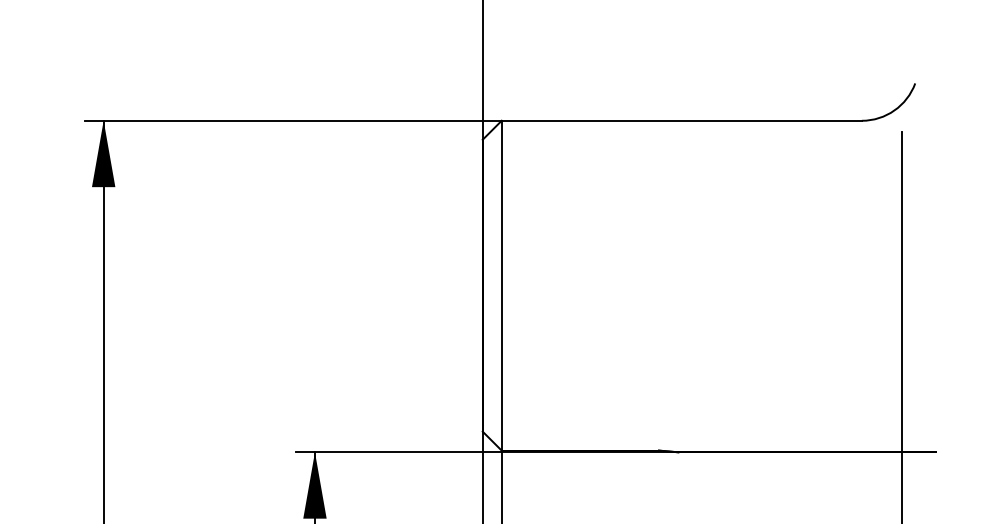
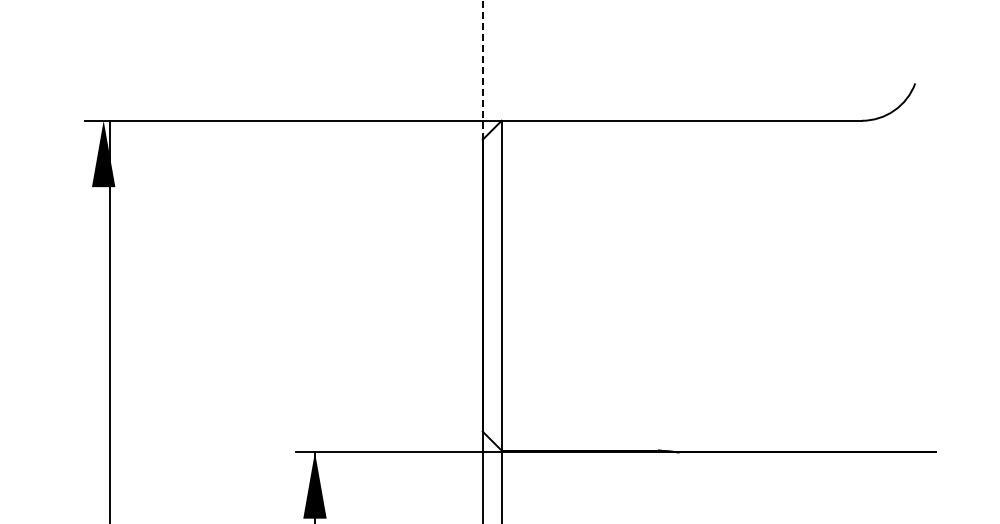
line at (482, 69): solid -> dashed
line at (103, 320) position: (103, 320) -> (109, 320)
line at (902, 326): present -> none
